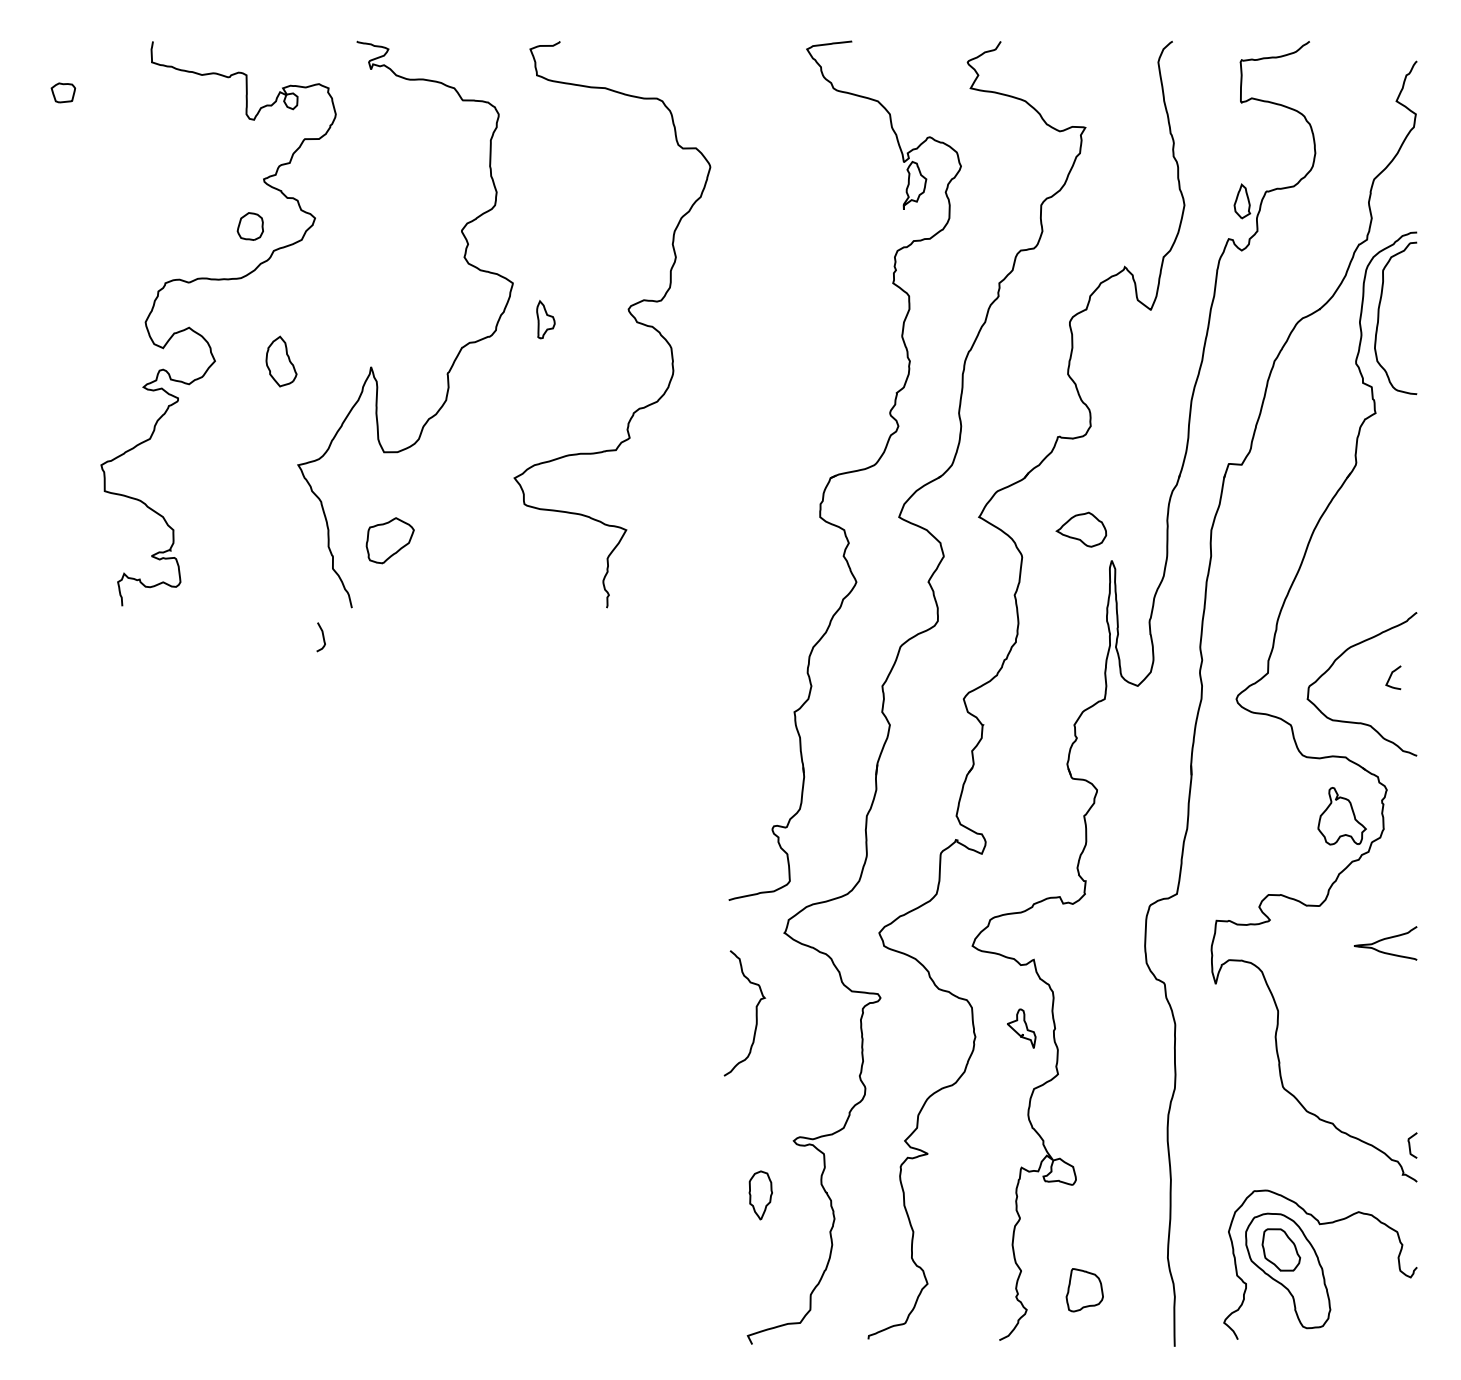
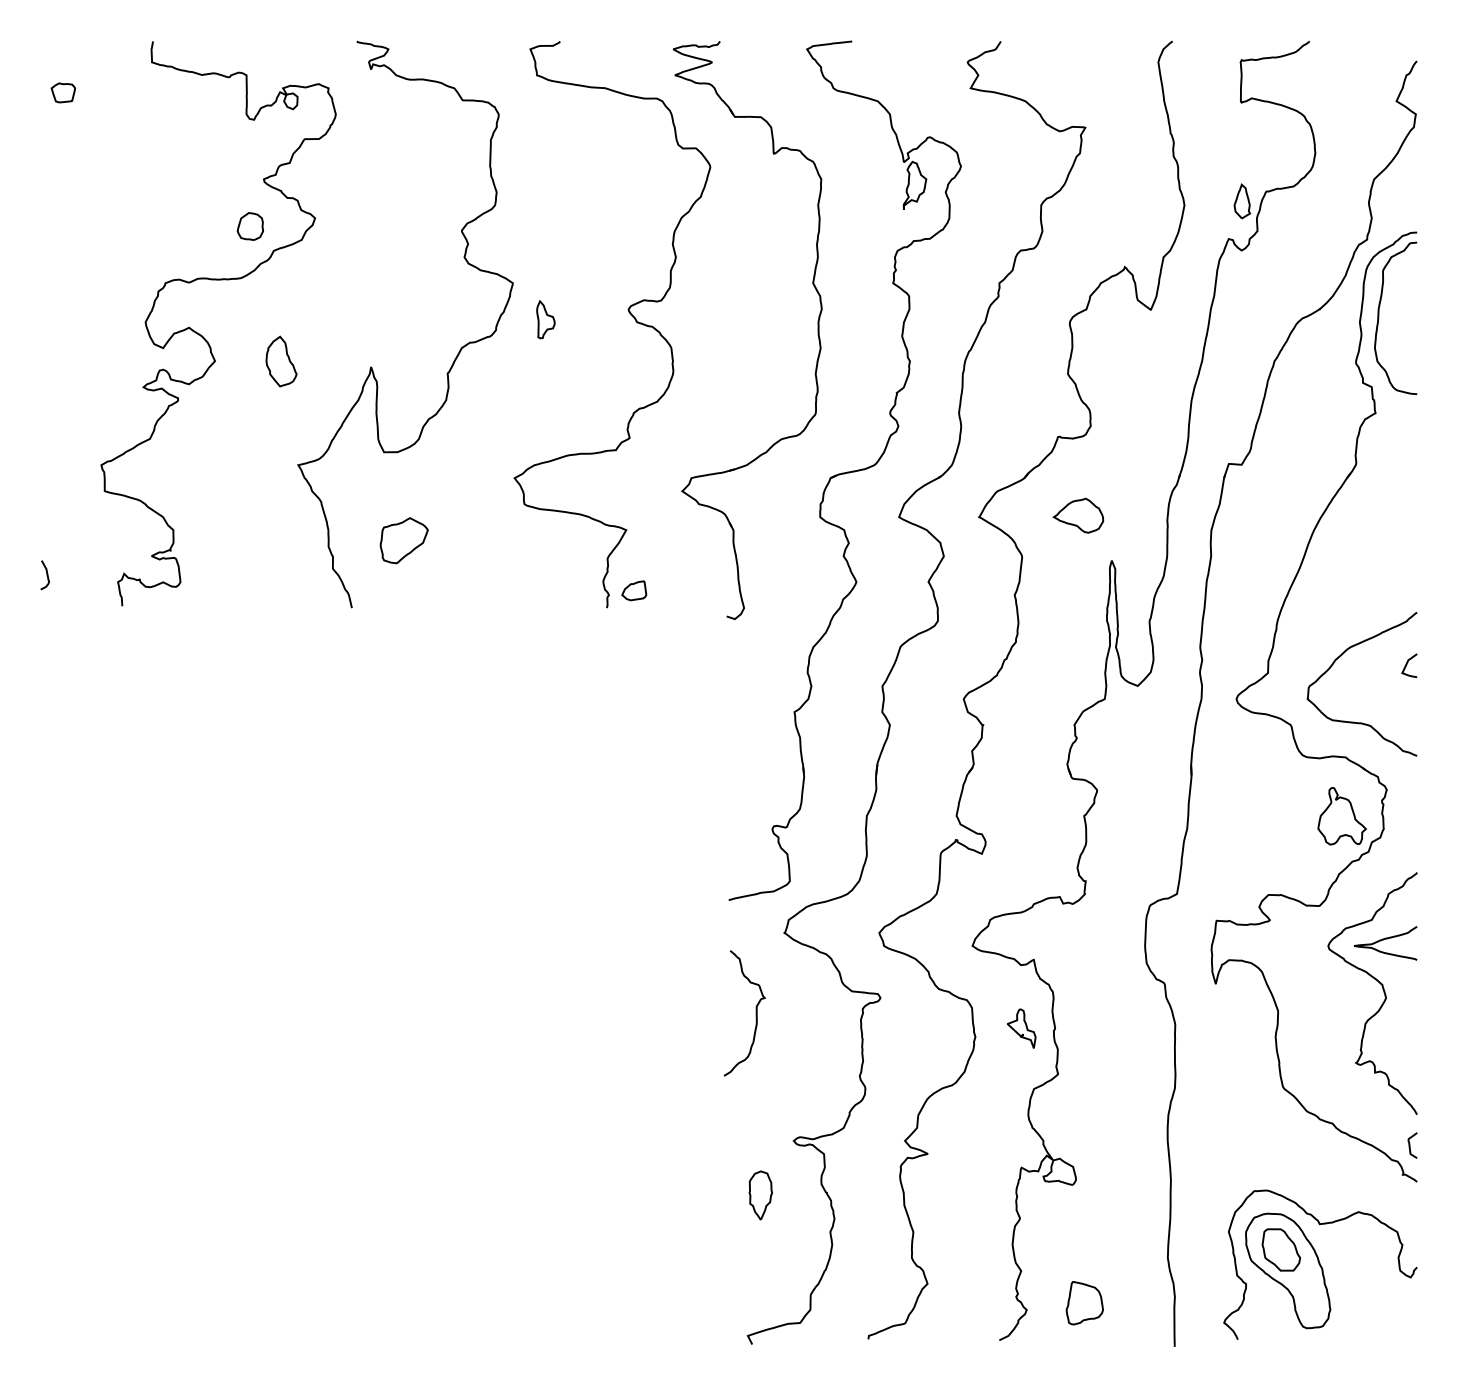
part at (817, 330): none -> present
part at (1081, 529) position: (1081, 529) -> (1078, 515)
part at (389, 540) position: (389, 540) -> (403, 540)
part at (634, 590): none -> present
curve at (322, 637) position: (322, 637) -> (46, 575)
curve at (1391, 676) position: (1391, 676) -> (1407, 664)
curve at (1382, 989): none -> present
part at (1084, 1290) position: (1084, 1290) -> (1084, 1303)
